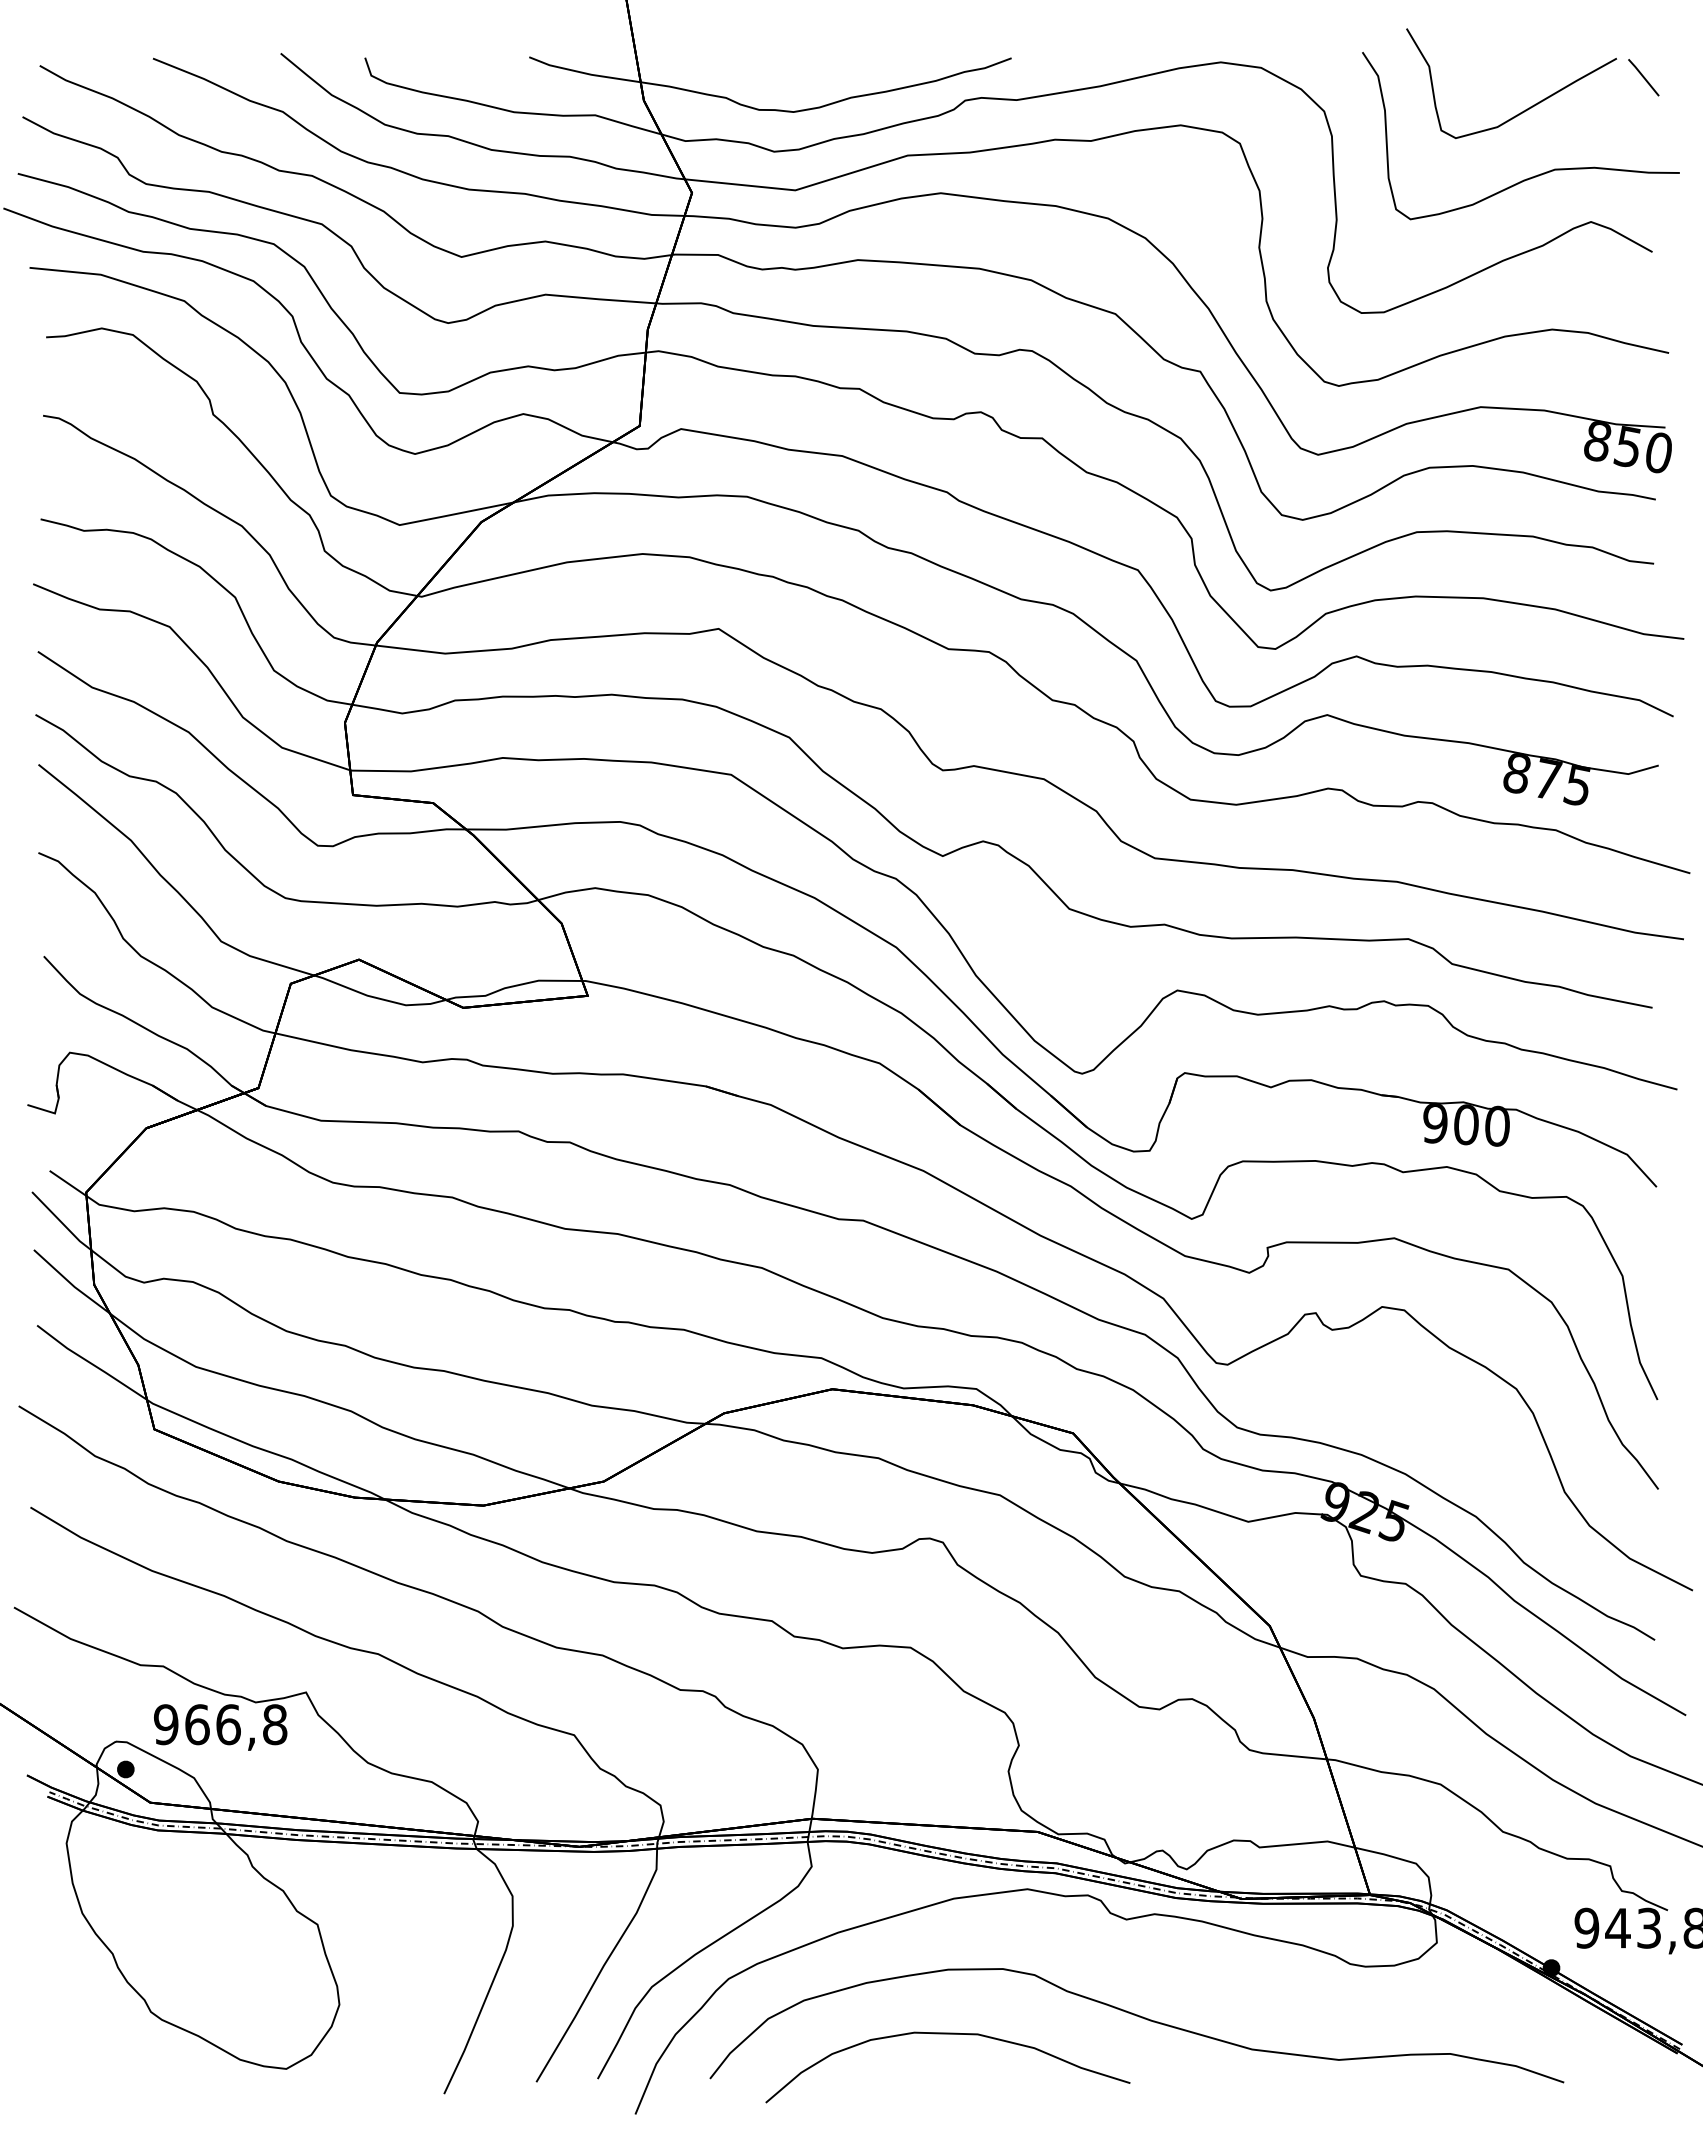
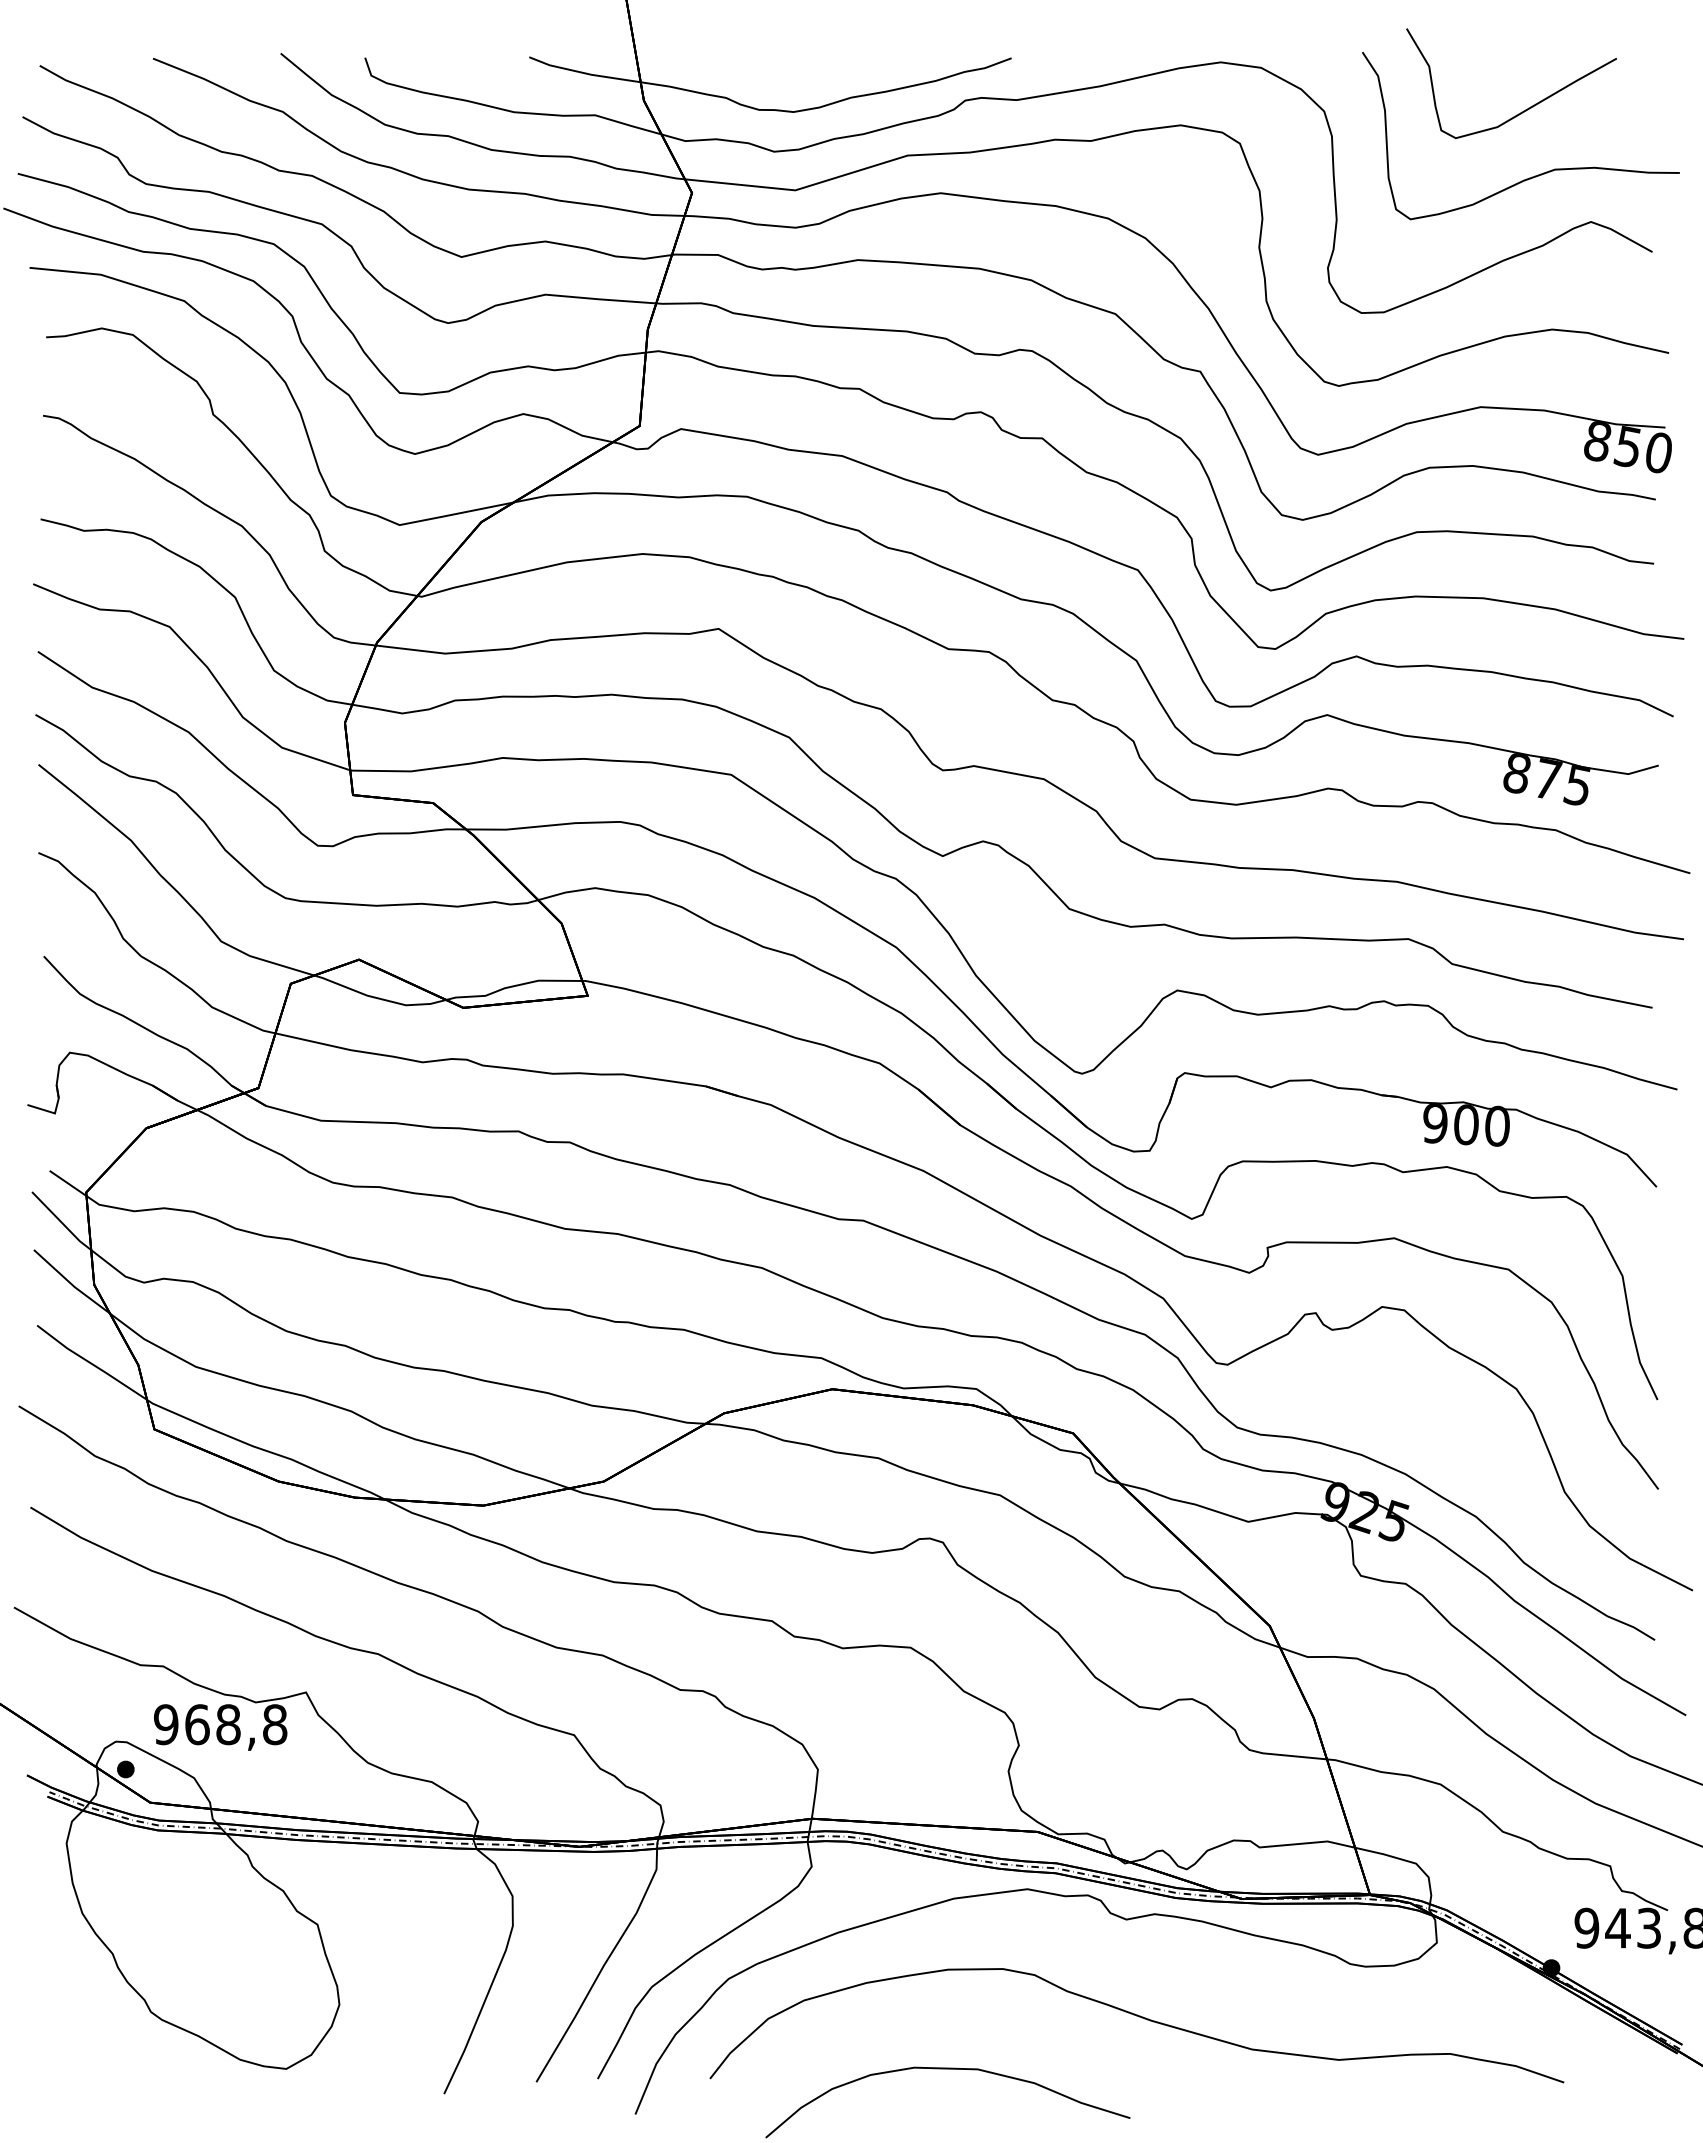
line at (1643, 77): present -> none
text at (228, 1724): 966,8 -> 968,8
curve at (947, 2034) position: (947, 2034) -> (947, 2069)
